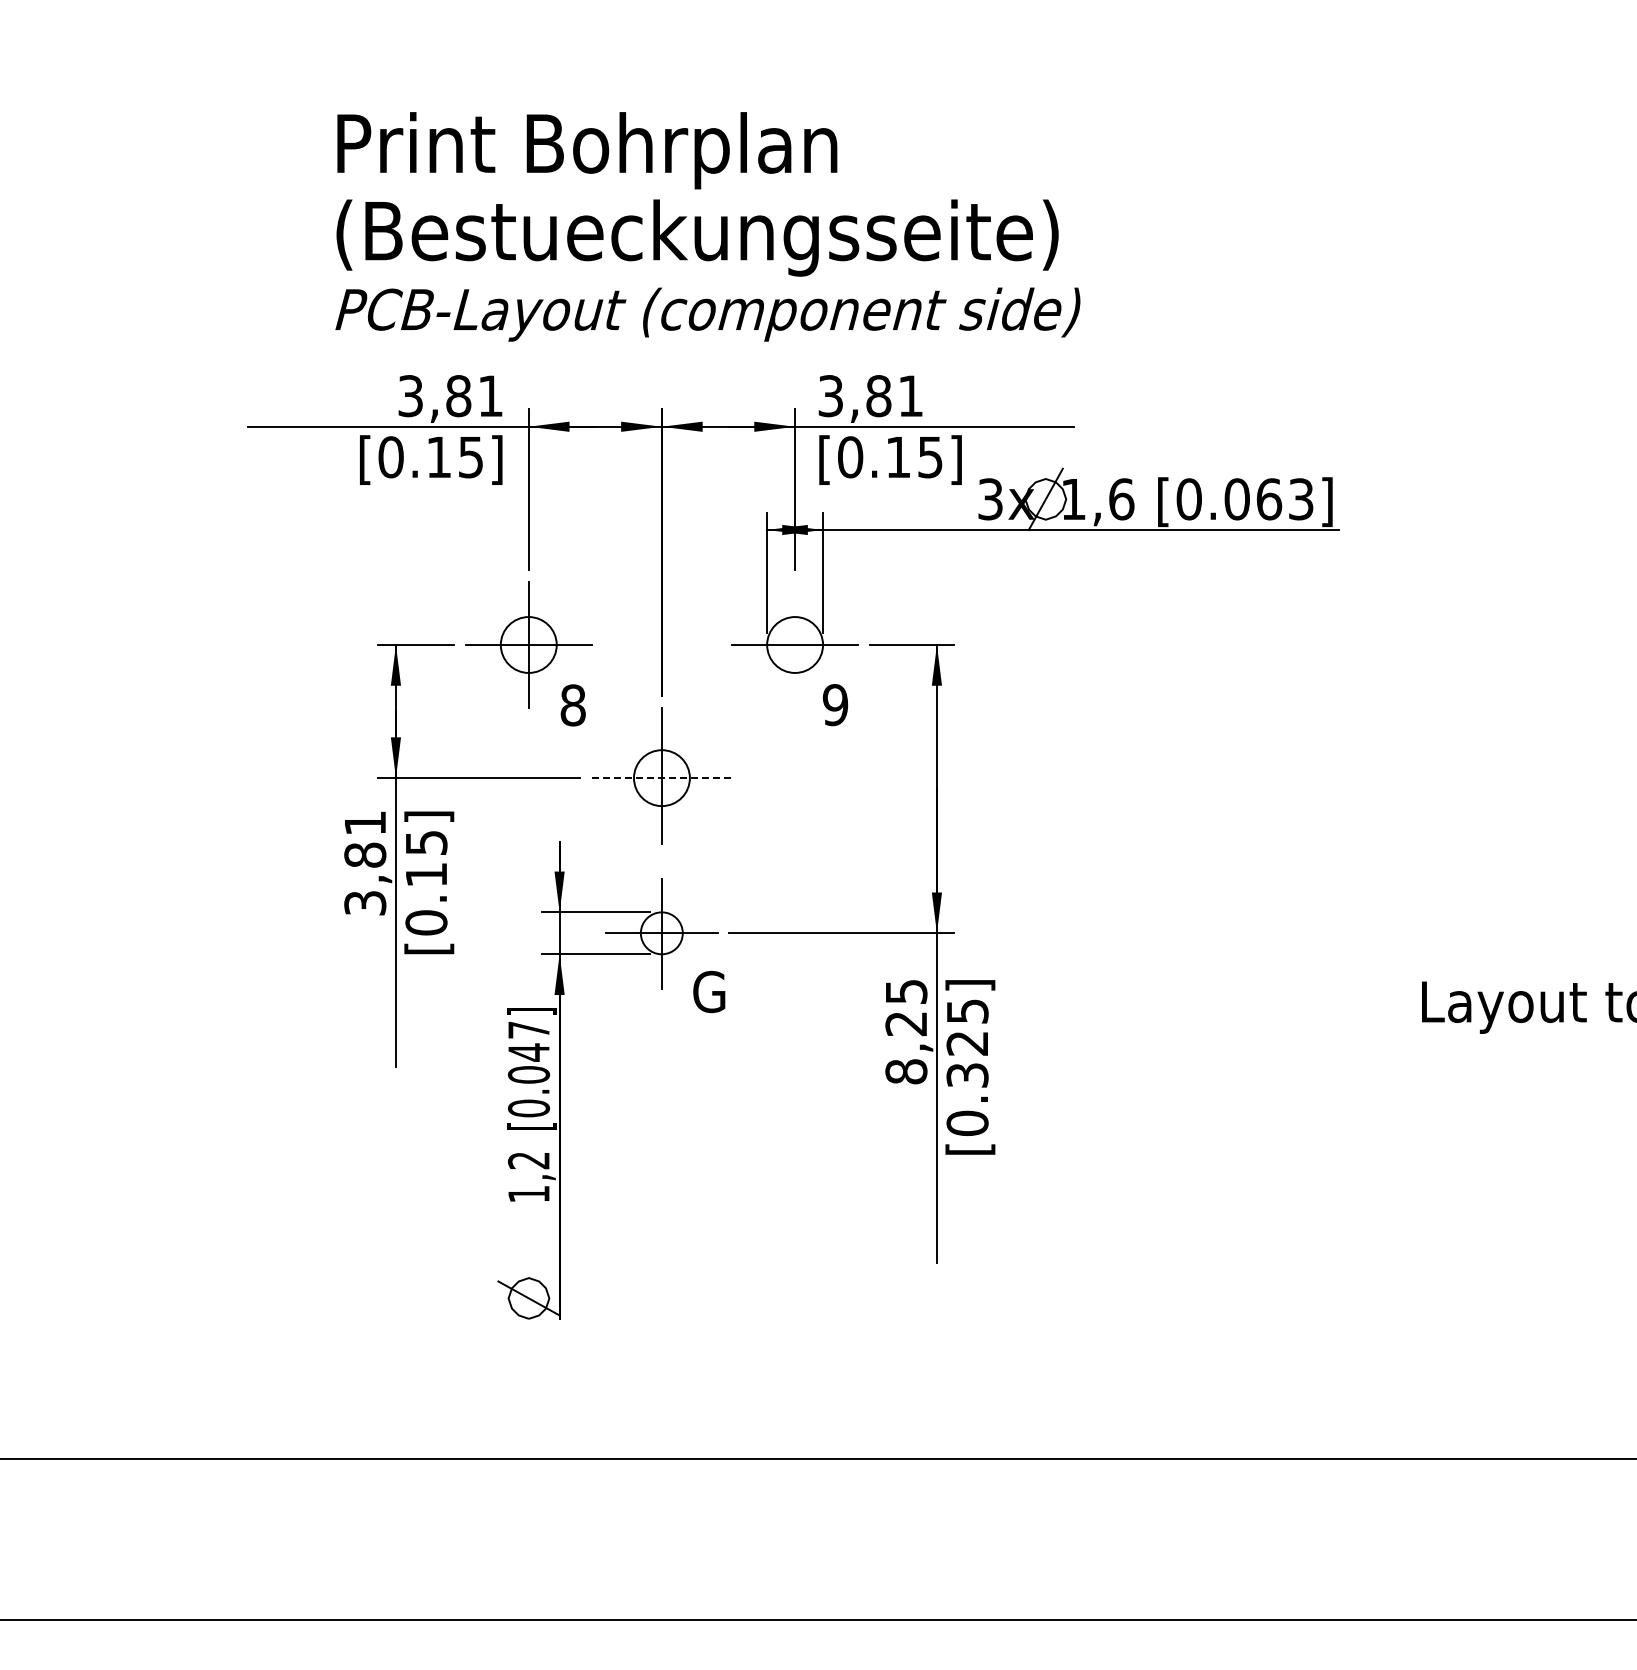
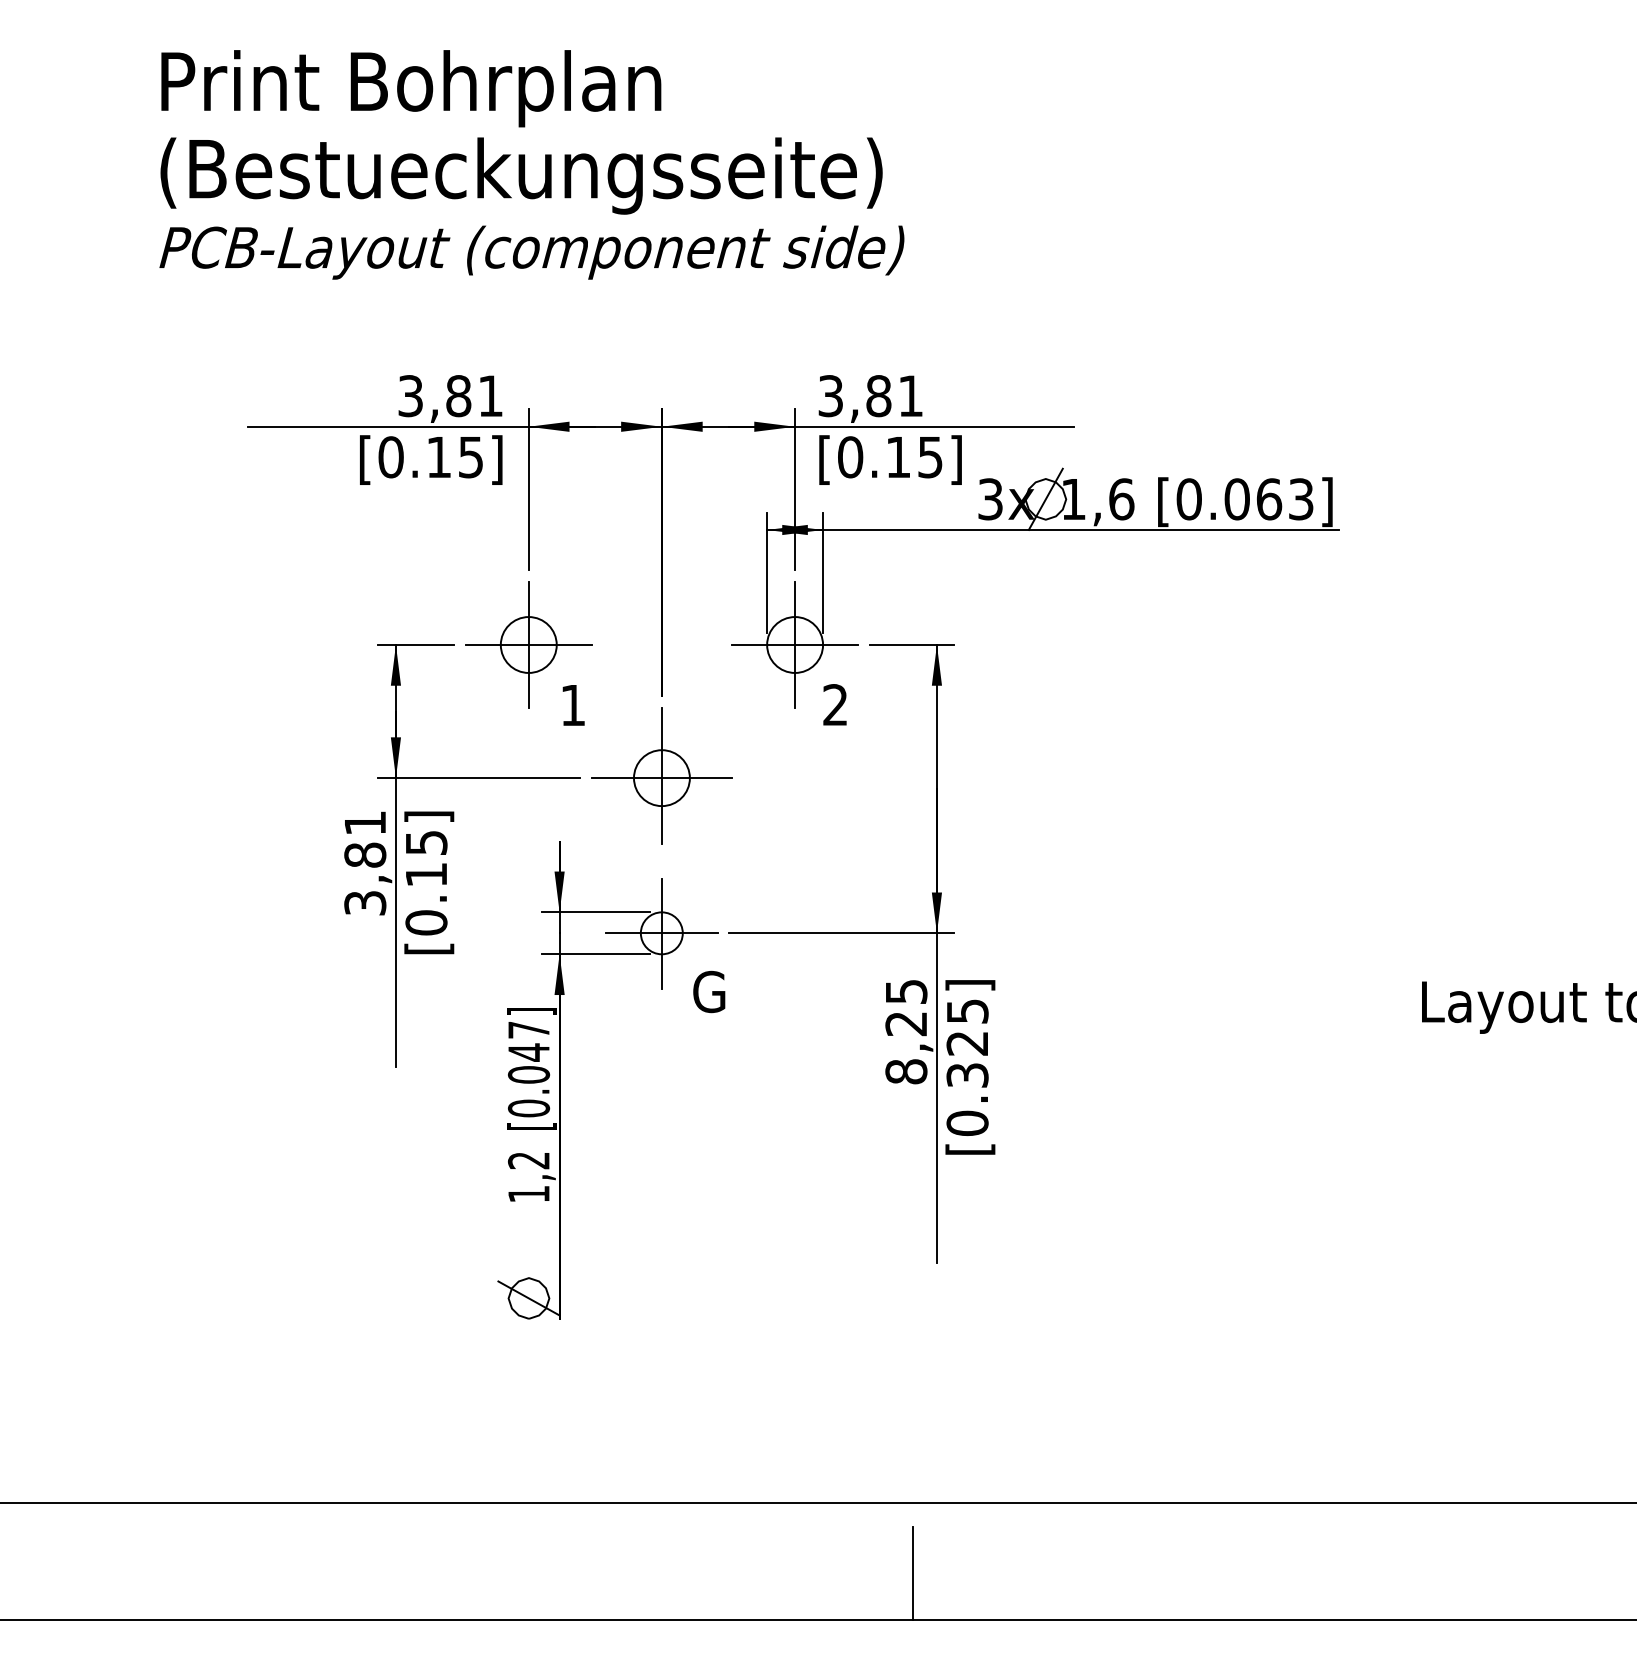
text at (707, 226) position: (707, 226) -> (531, 164)
line at (795, 644): none -> present
text at (572, 705): 8 -> 1
text at (835, 705): 9 -> 2
line at (662, 778): dashed -> solid
line at (817, 1459) position: (817, 1459) -> (817, 1503)
line at (912, 1572): none -> present
